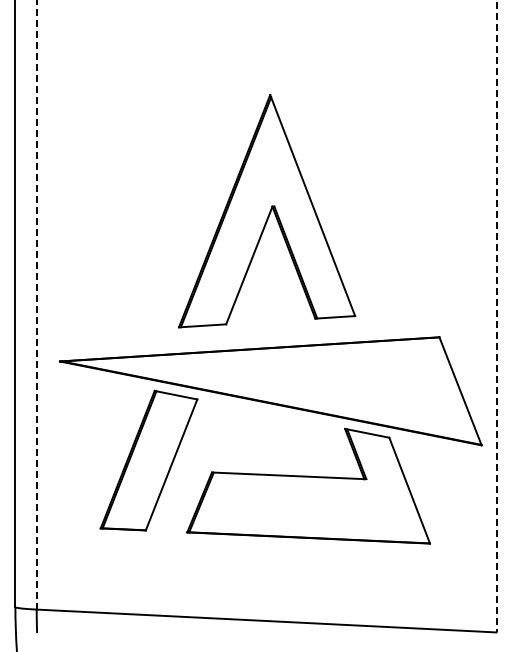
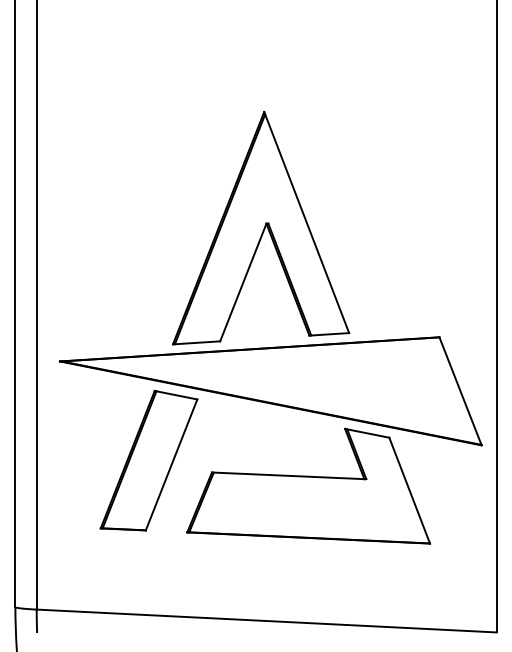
part at (267, 210) position: (267, 210) -> (261, 227)
line at (36, 304): dashed -> solid
line at (496, 316): dashed -> solid
